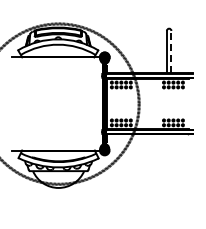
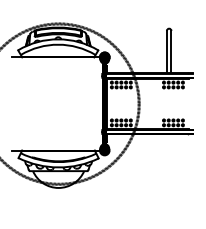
line at (171, 51): dashed -> solid
